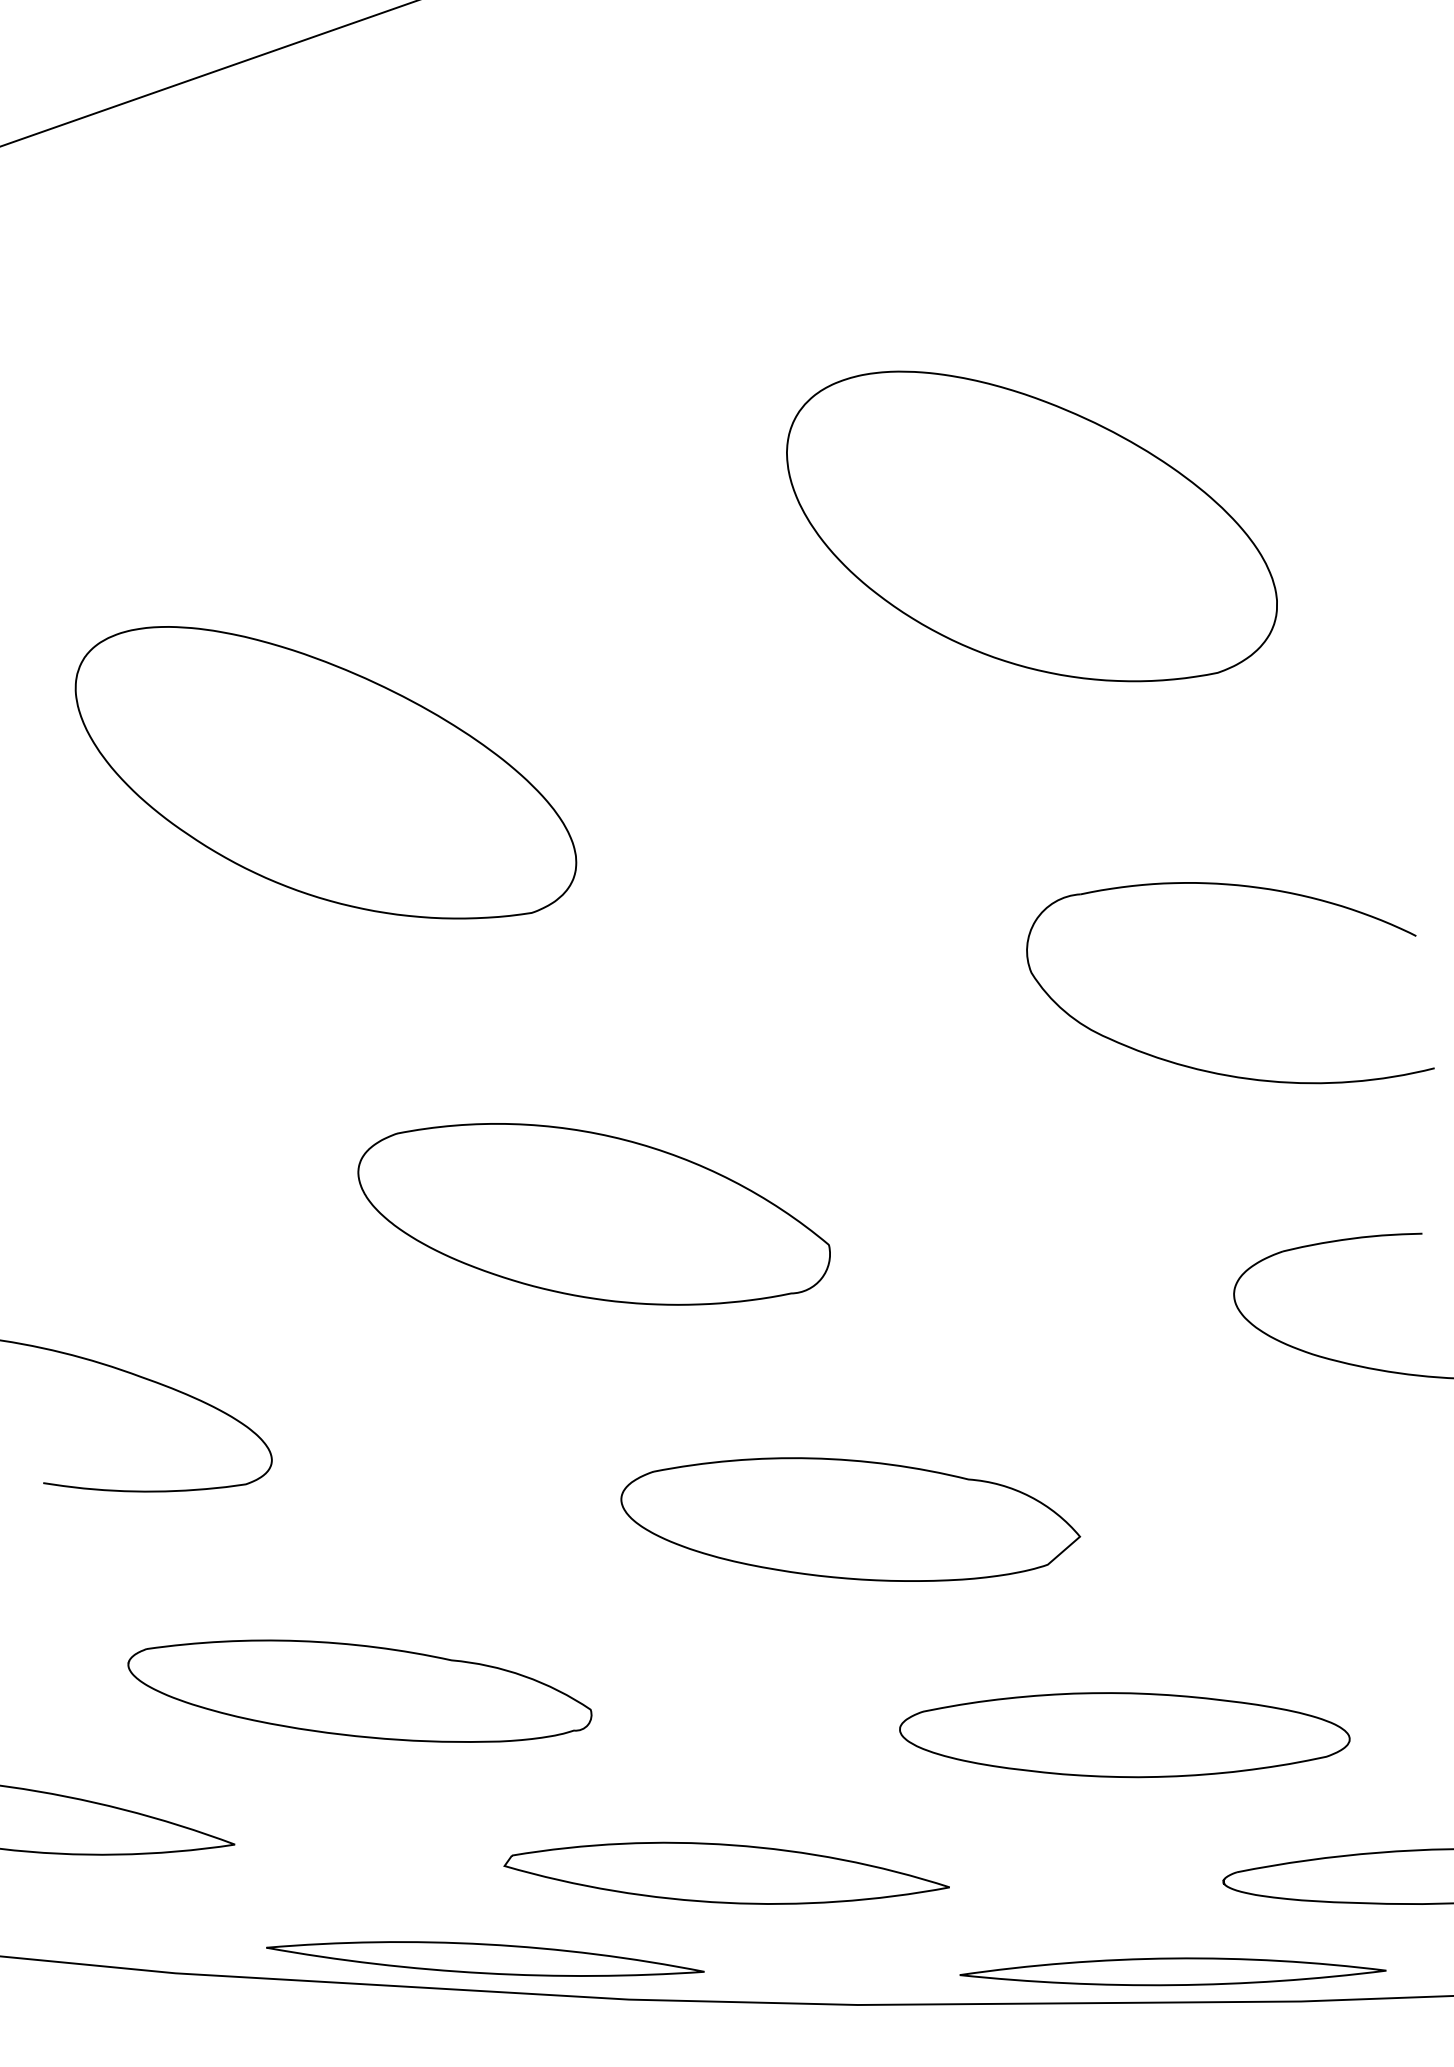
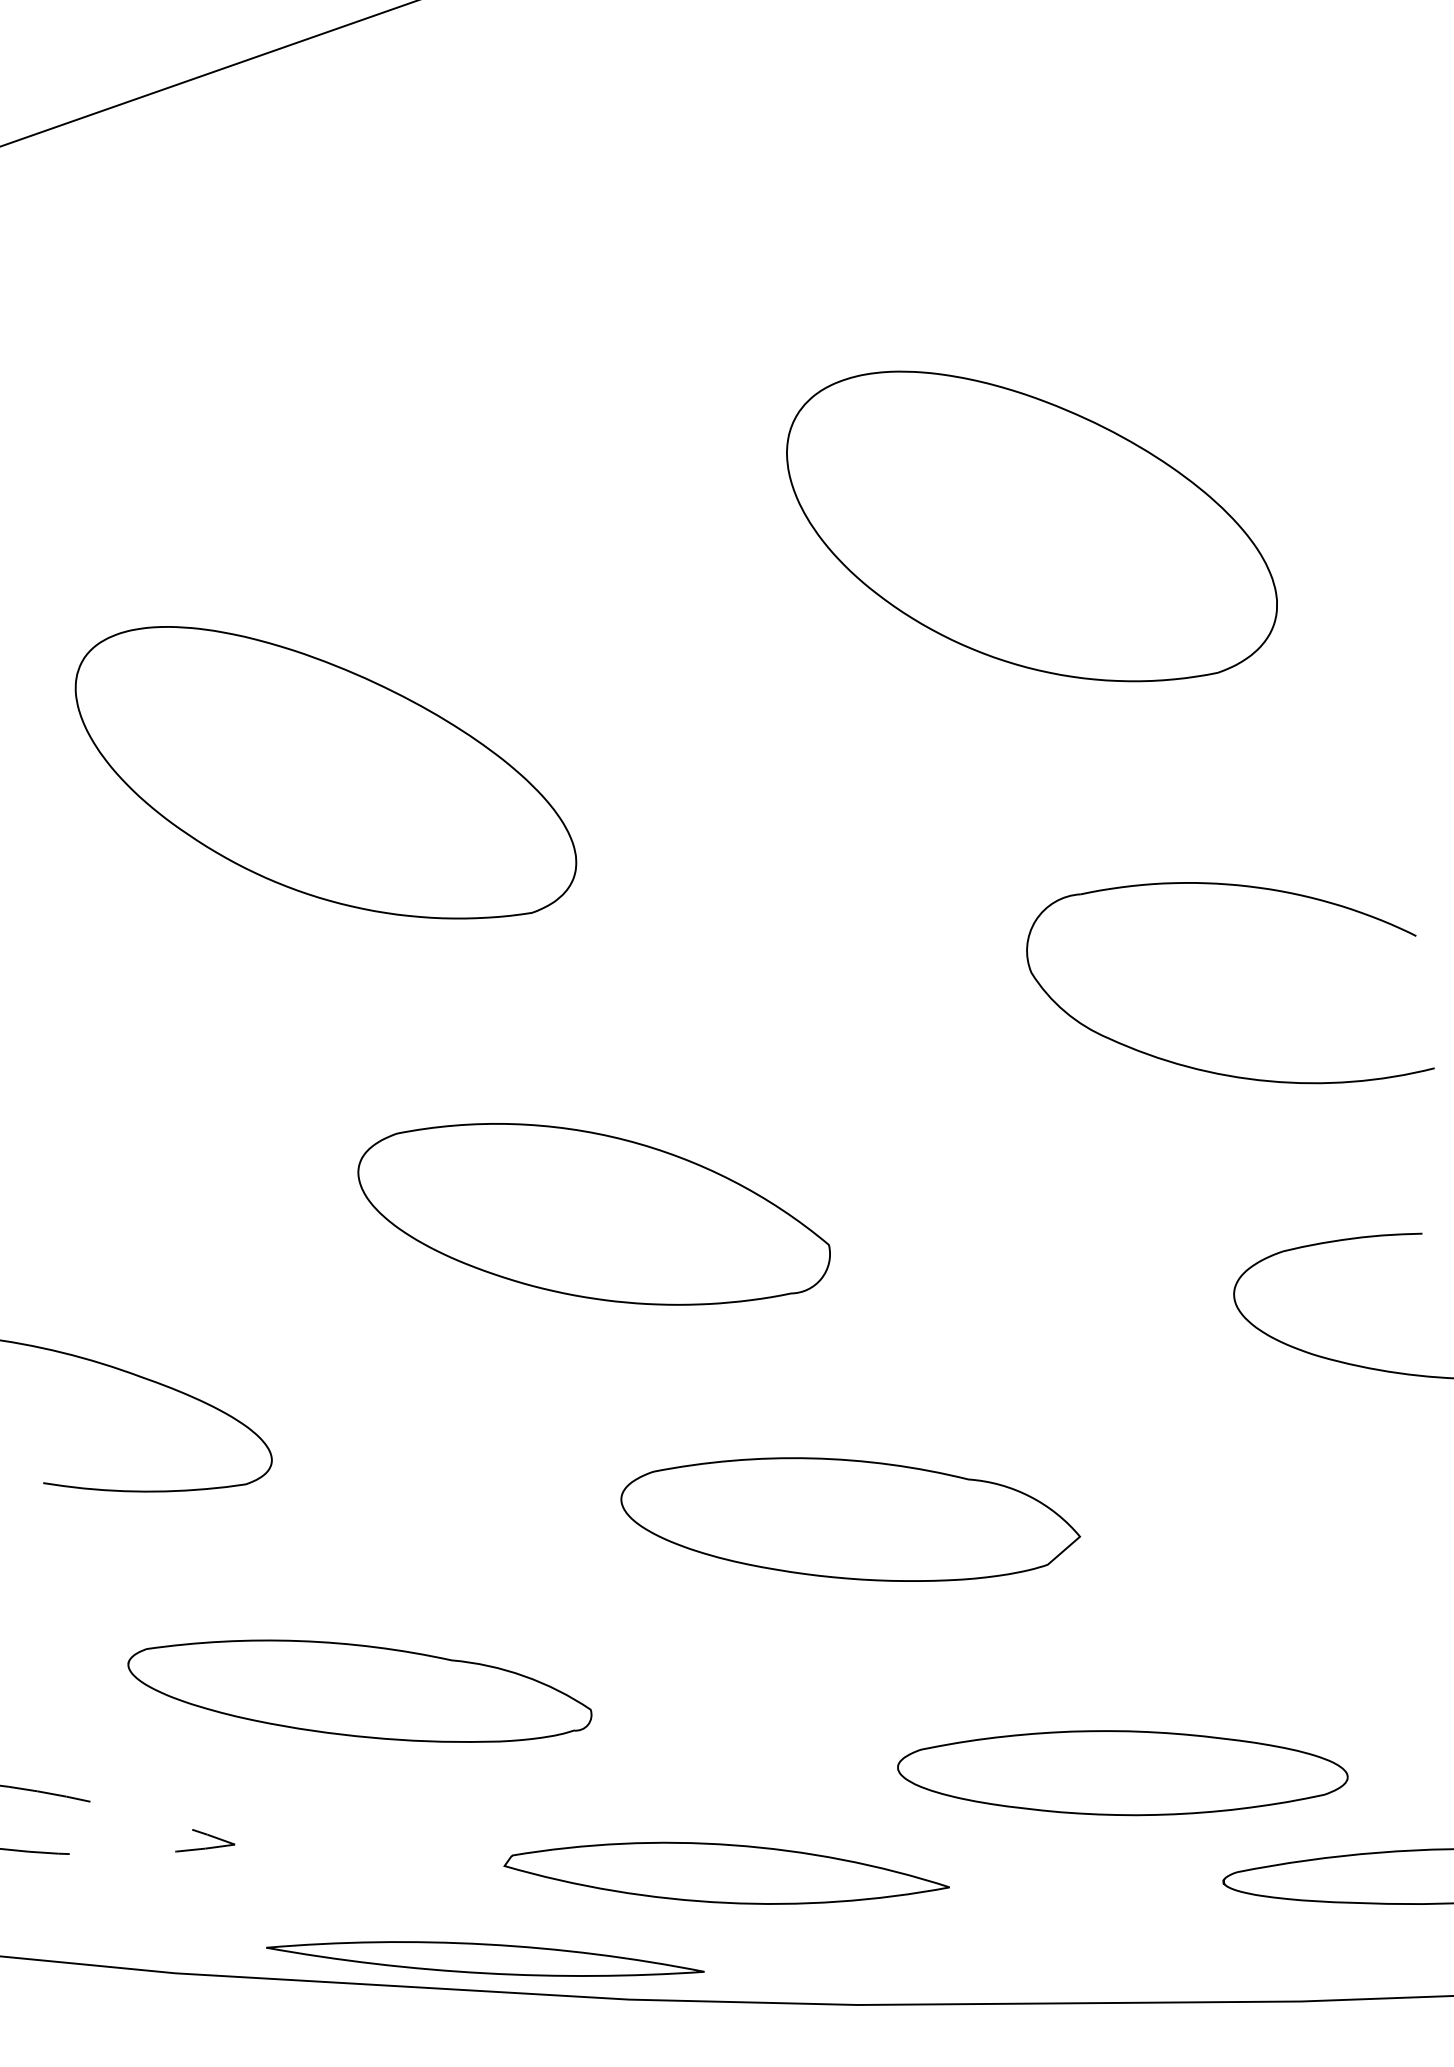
part at (1124, 1735) position: (1124, 1735) -> (1122, 1773)
line at (230, 1842): solid -> dashed
part at (1172, 1971): present -> none
